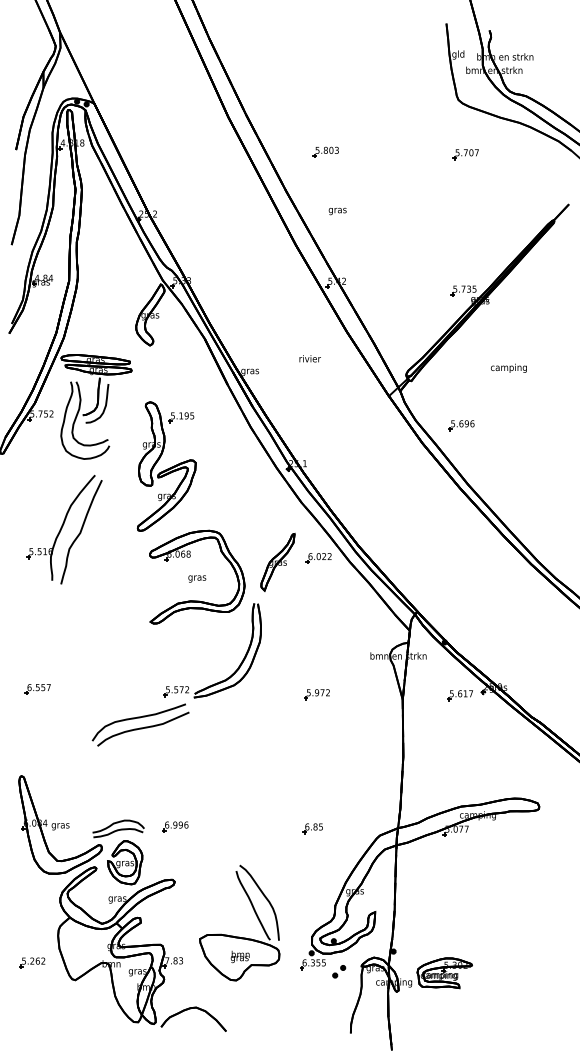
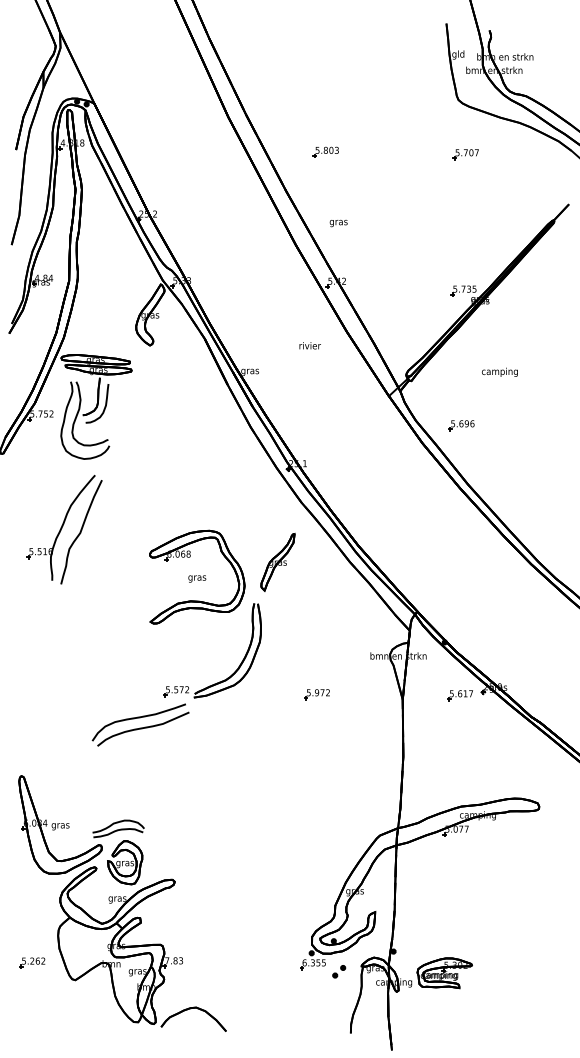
text at (337, 211) position: (337, 211) -> (338, 223)
text at (309, 358) position: (309, 358) -> (309, 345)
text at (508, 367) position: (508, 367) -> (499, 371)
part at (166, 466): present -> none
part at (318, 558): present -> none
part at (37, 689): present -> none
part at (175, 826): present -> none
part at (312, 828): present -> none
part at (239, 936): present -> none
